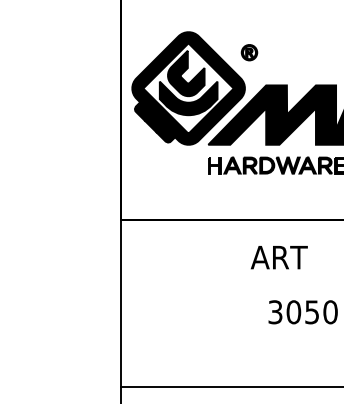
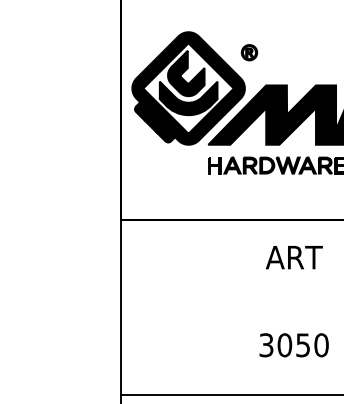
text at (279, 257) position: (279, 257) -> (294, 257)
text at (302, 312) position: (302, 312) -> (293, 345)
line at (230, 386) position: (230, 386) -> (230, 394)
